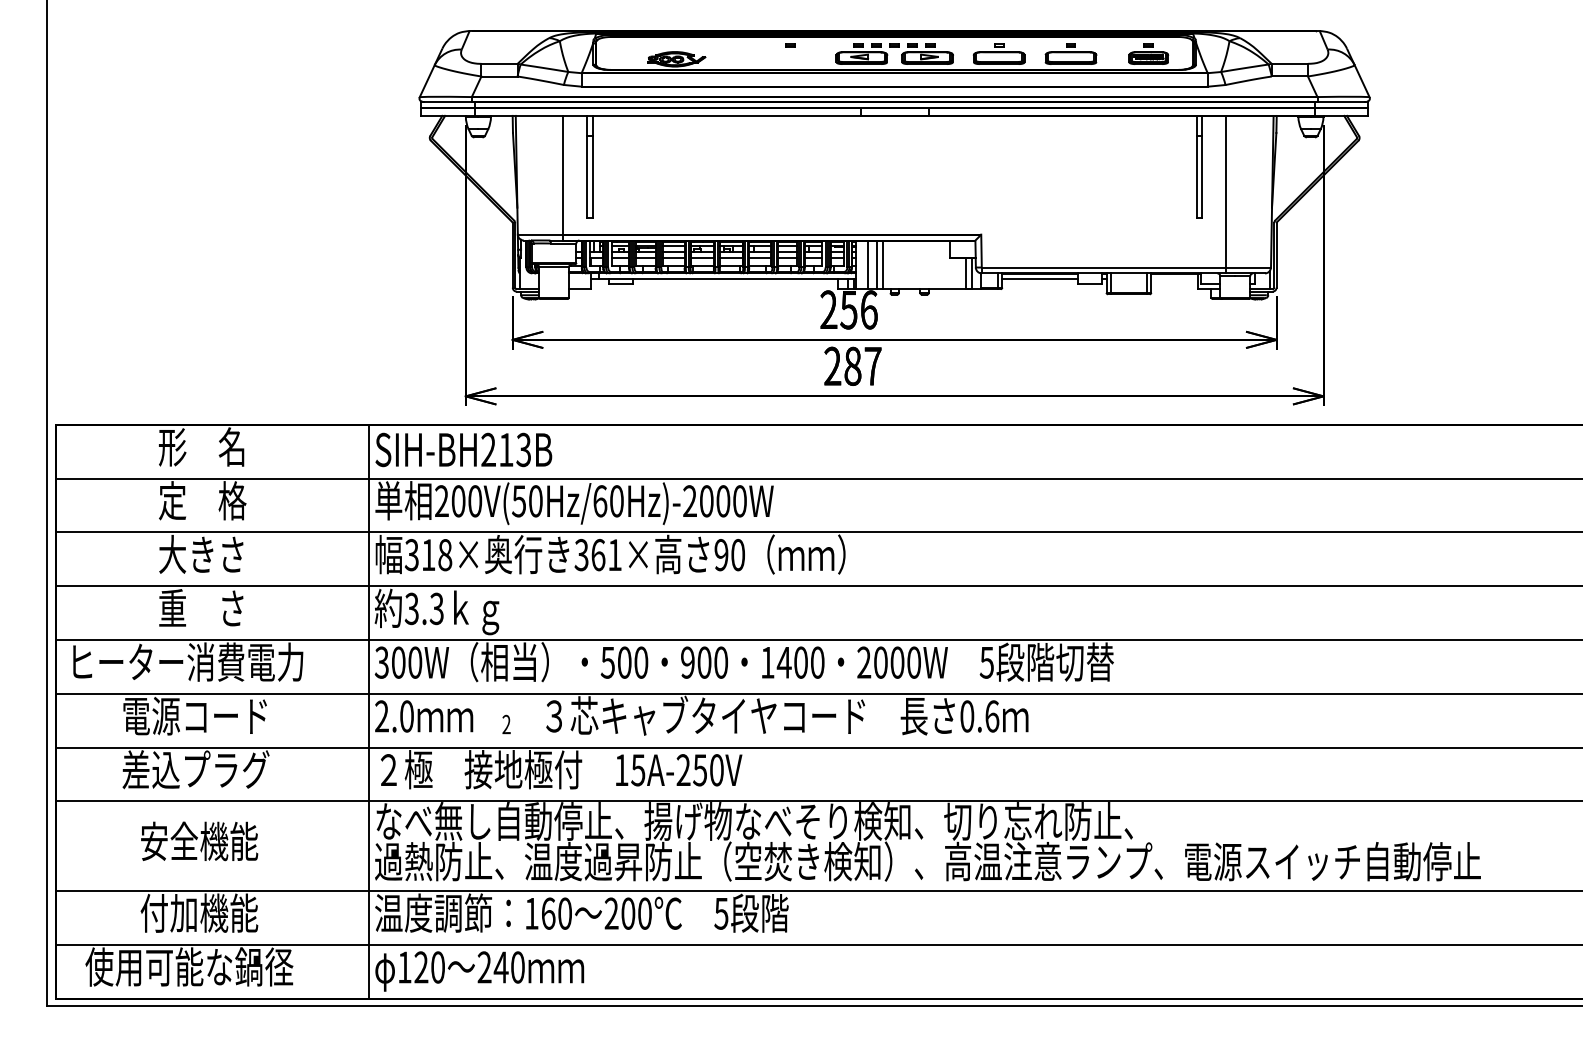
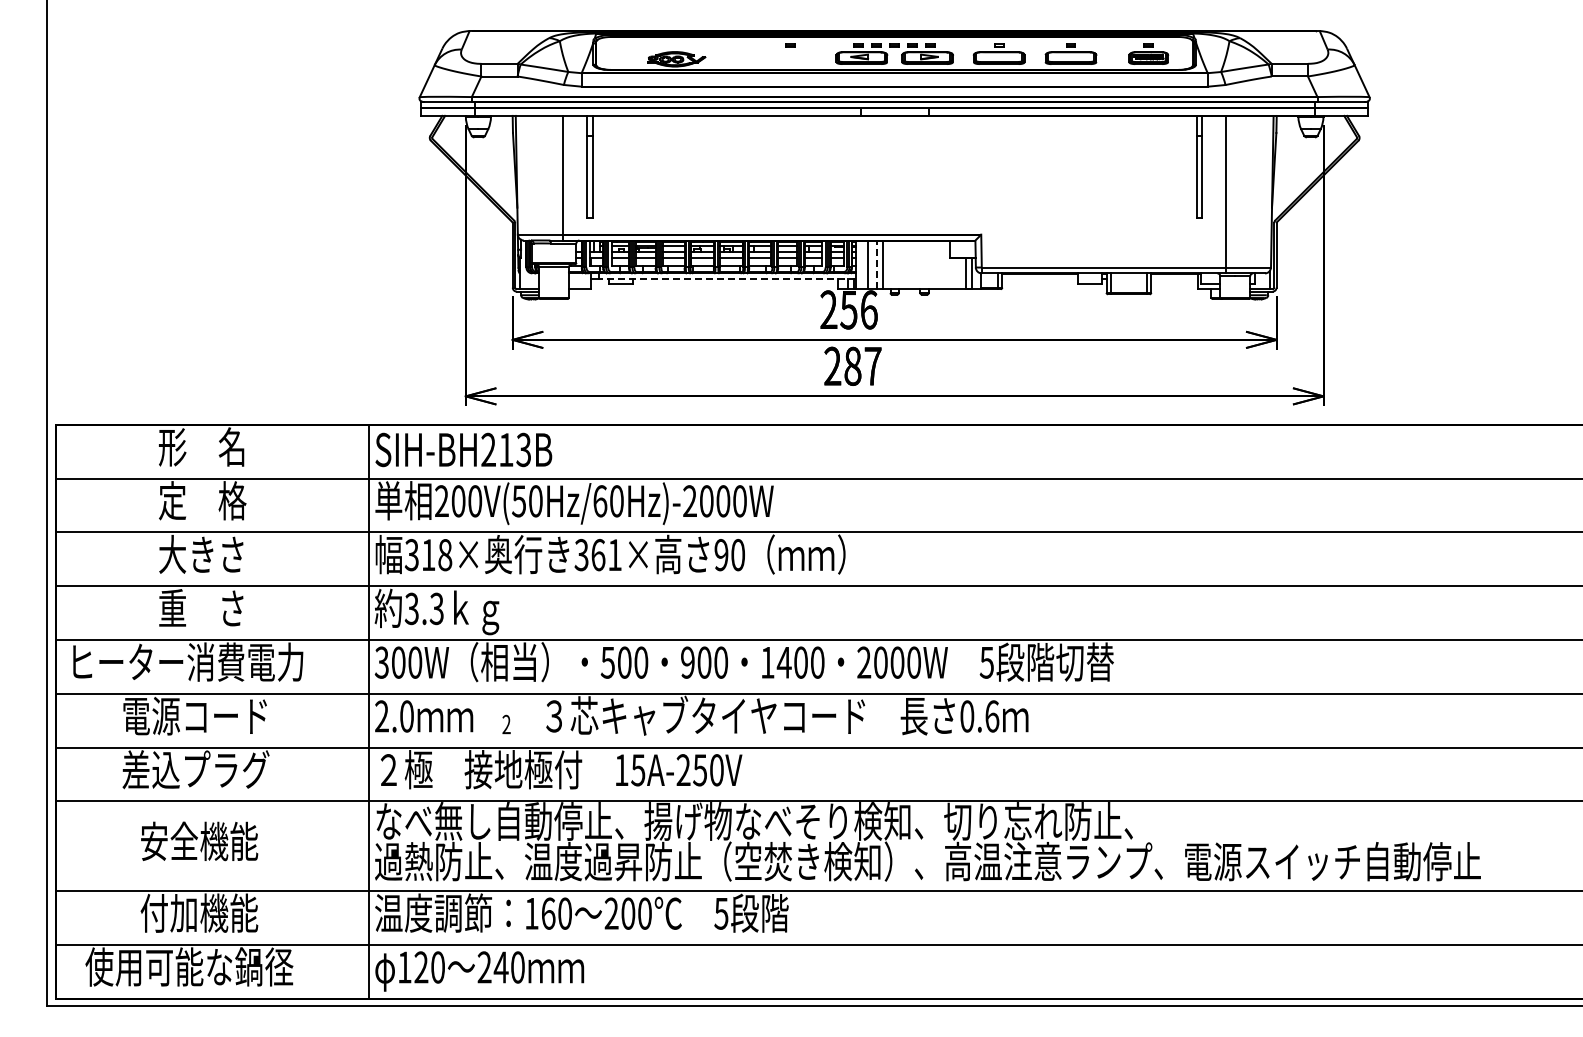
line at (877, 264): solid -> dashed
line at (726, 279): solid -> dashed
line at (1040, 279): present -> none
